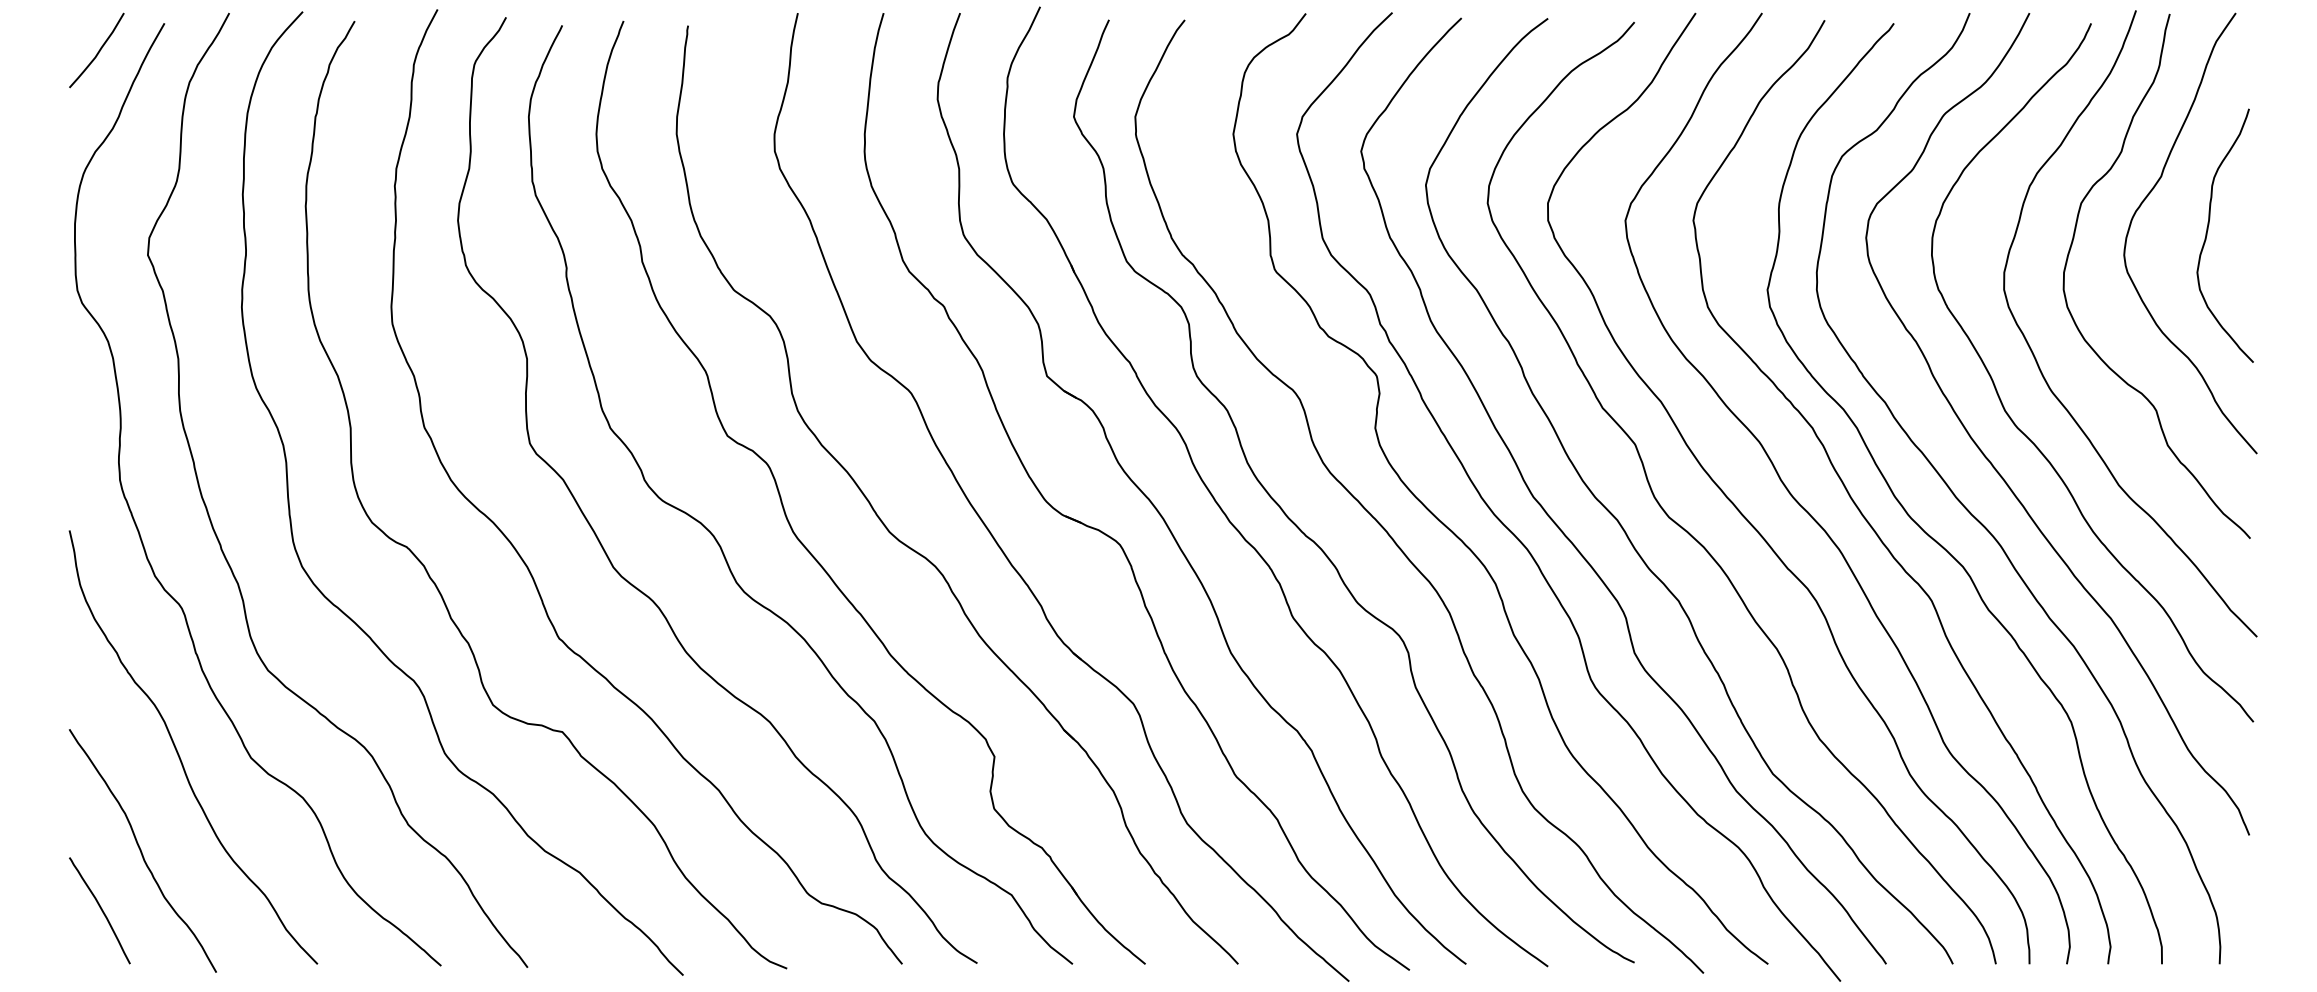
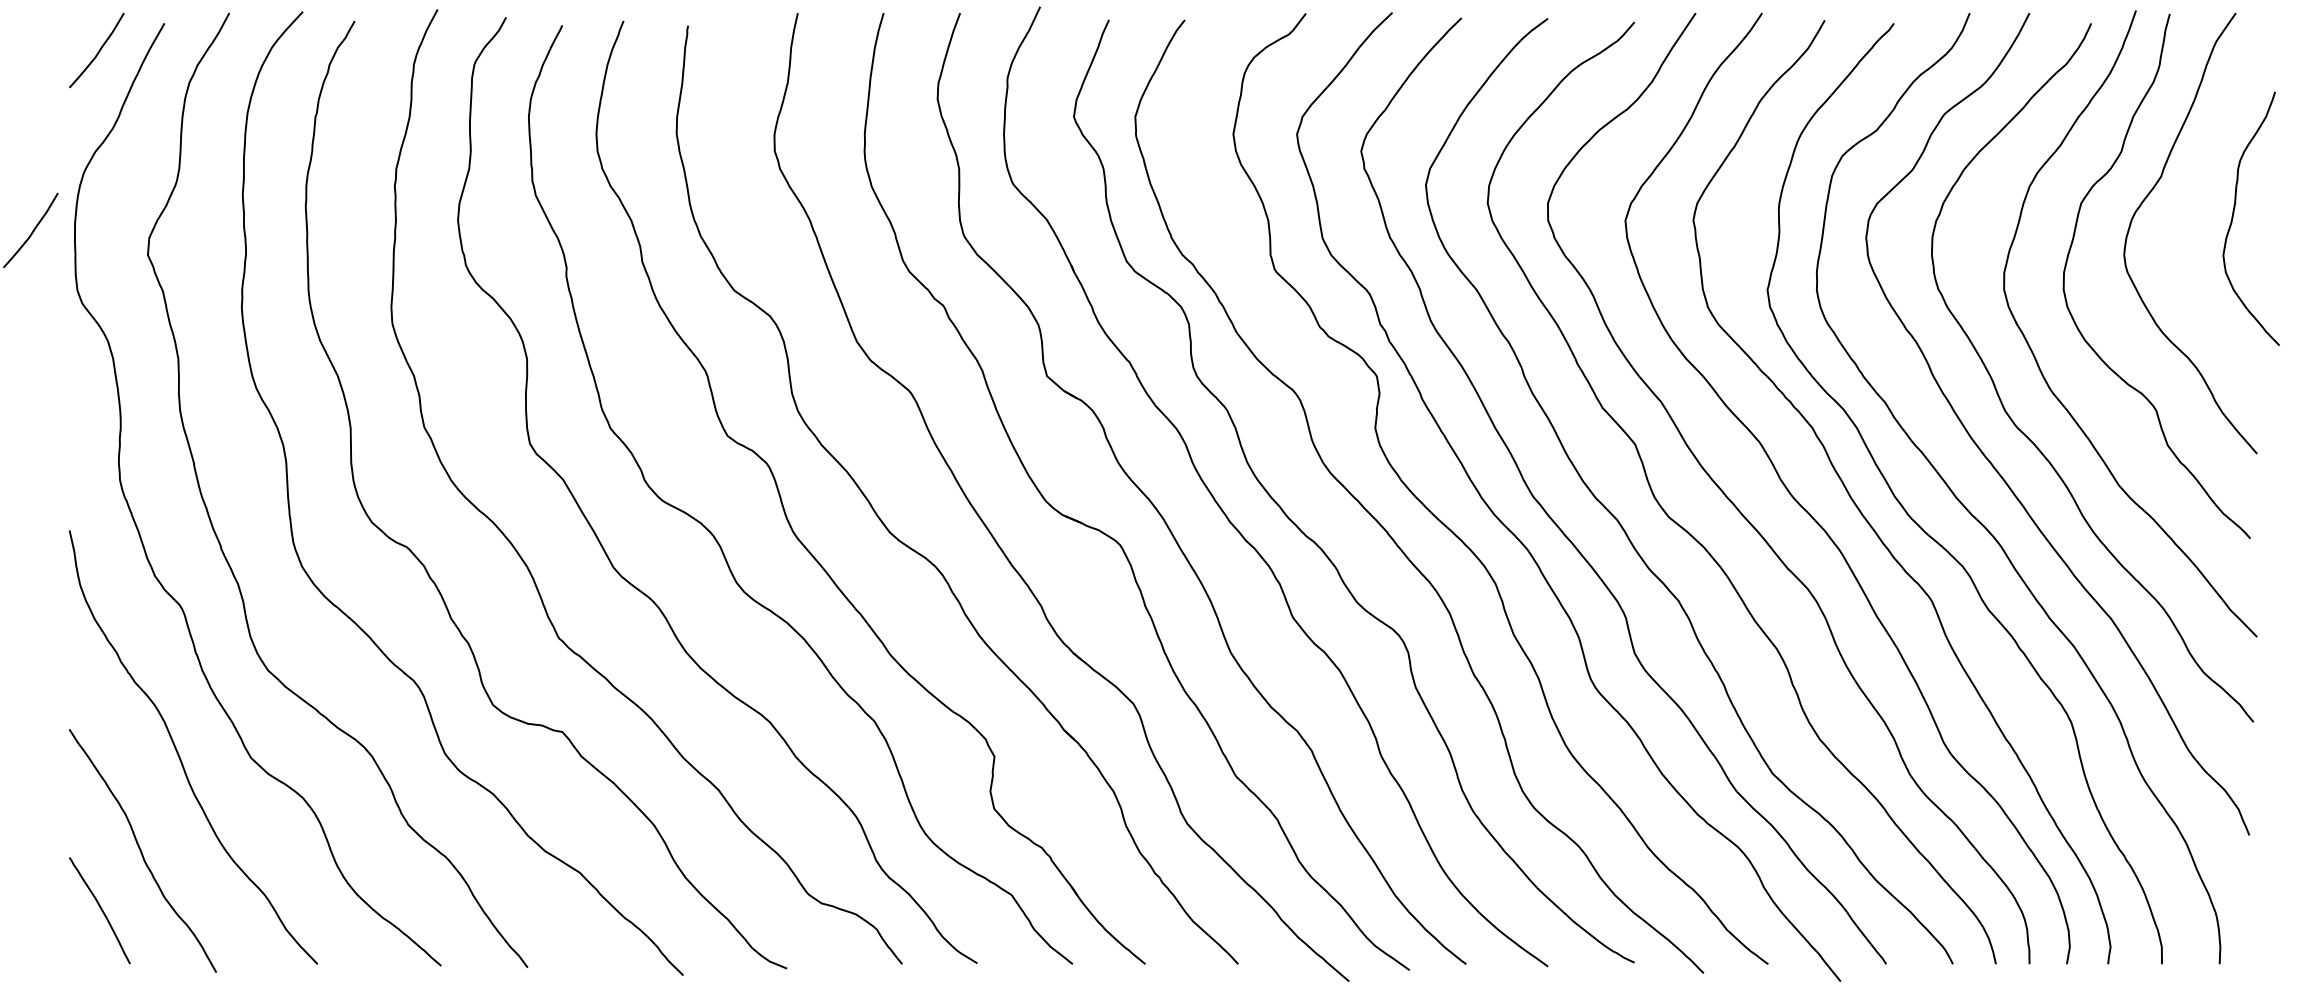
curve at (32, 230): none -> present
curve at (2208, 230) position: (2208, 230) -> (2234, 213)
